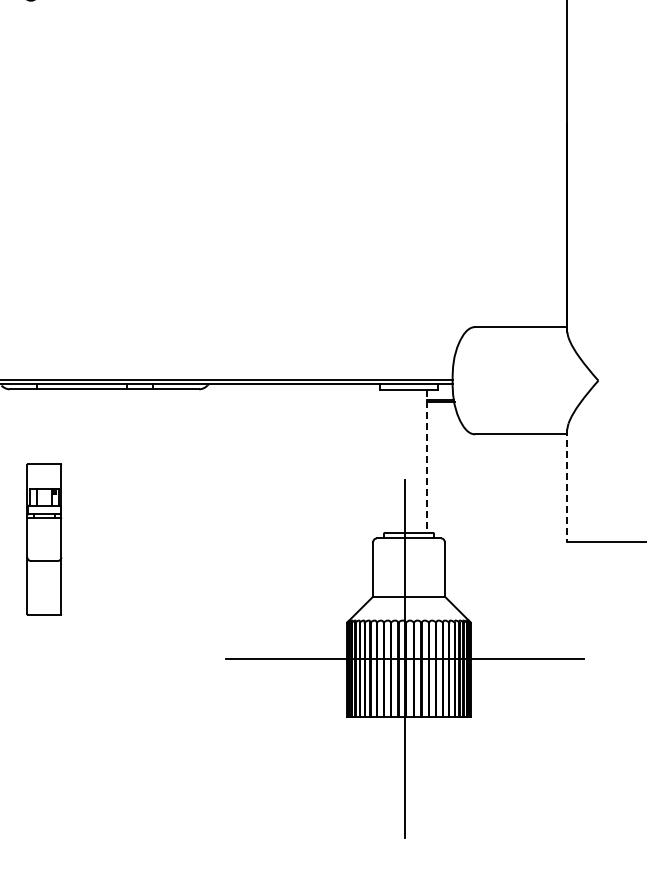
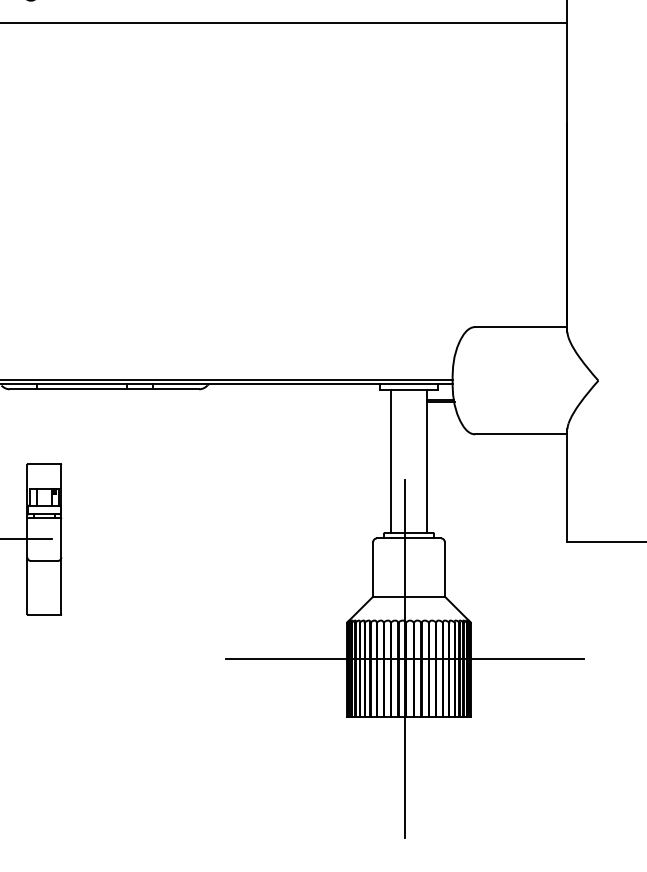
line at (284, 22): none -> present
line at (391, 461): none -> present
line at (426, 462): dashed -> solid
line at (567, 486): dashed -> solid
line at (27, 538): none -> present
